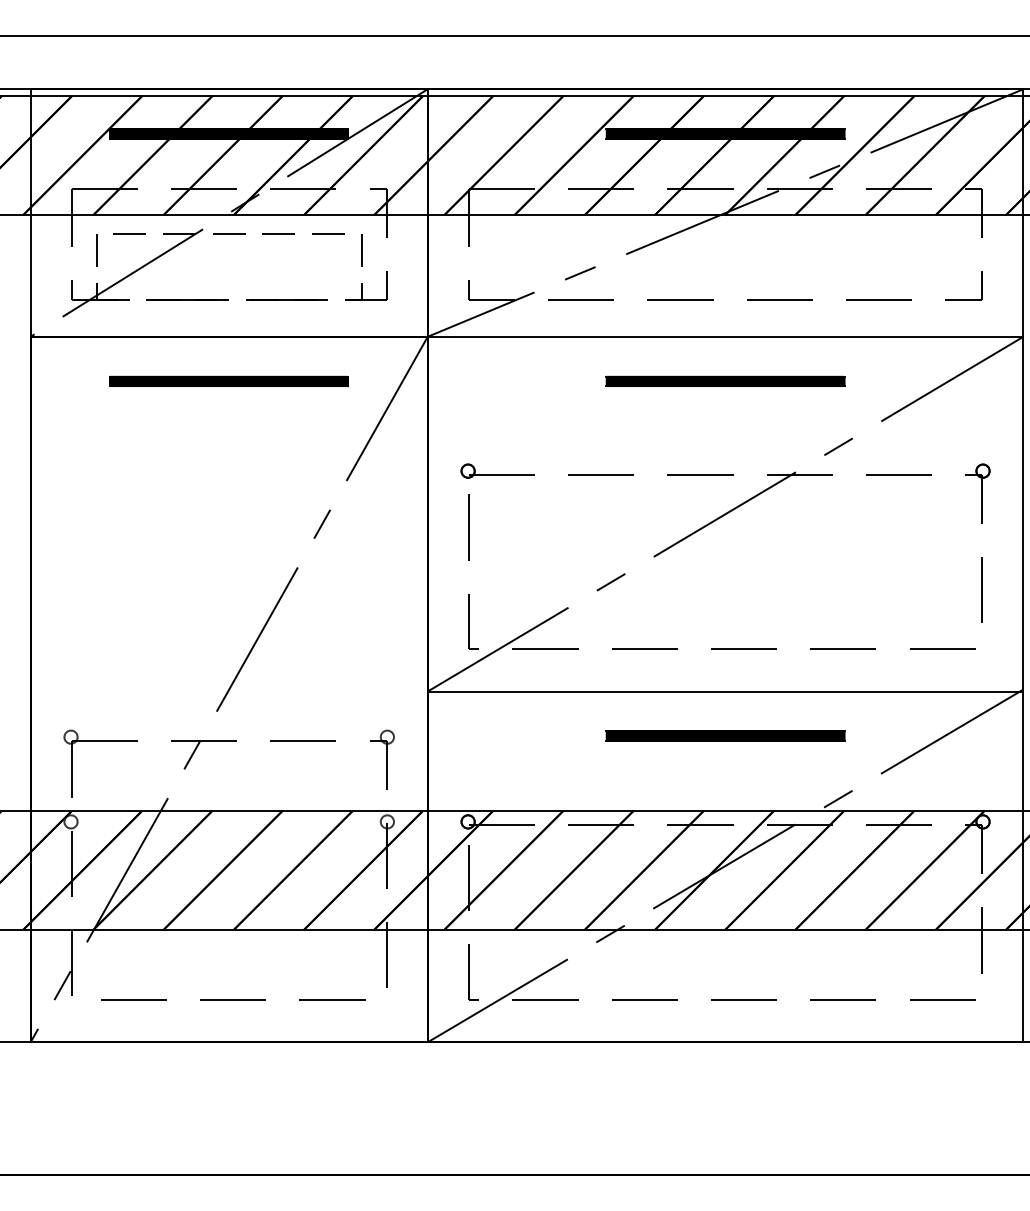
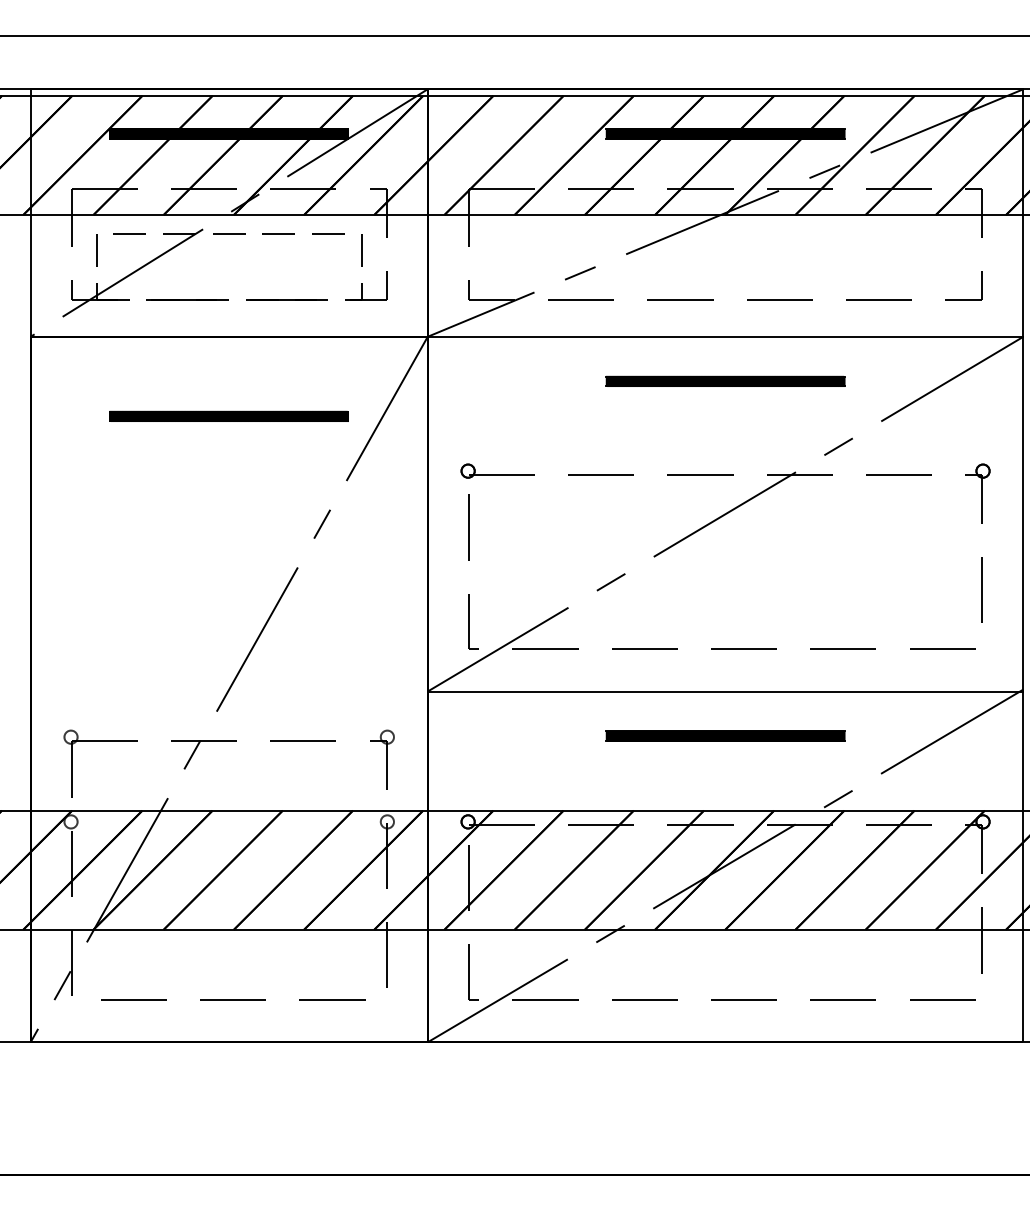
part at (228, 380) position: (228, 380) -> (228, 415)
